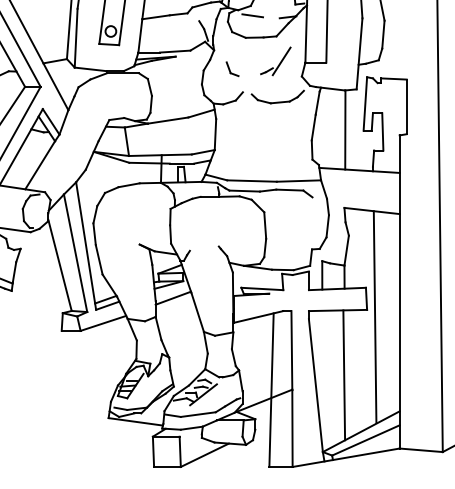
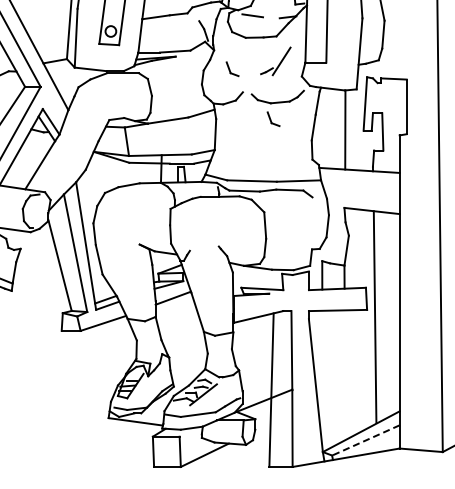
part at (273, 119): none -> present
line at (344, 375): present -> none
line at (365, 440): solid -> dashed
